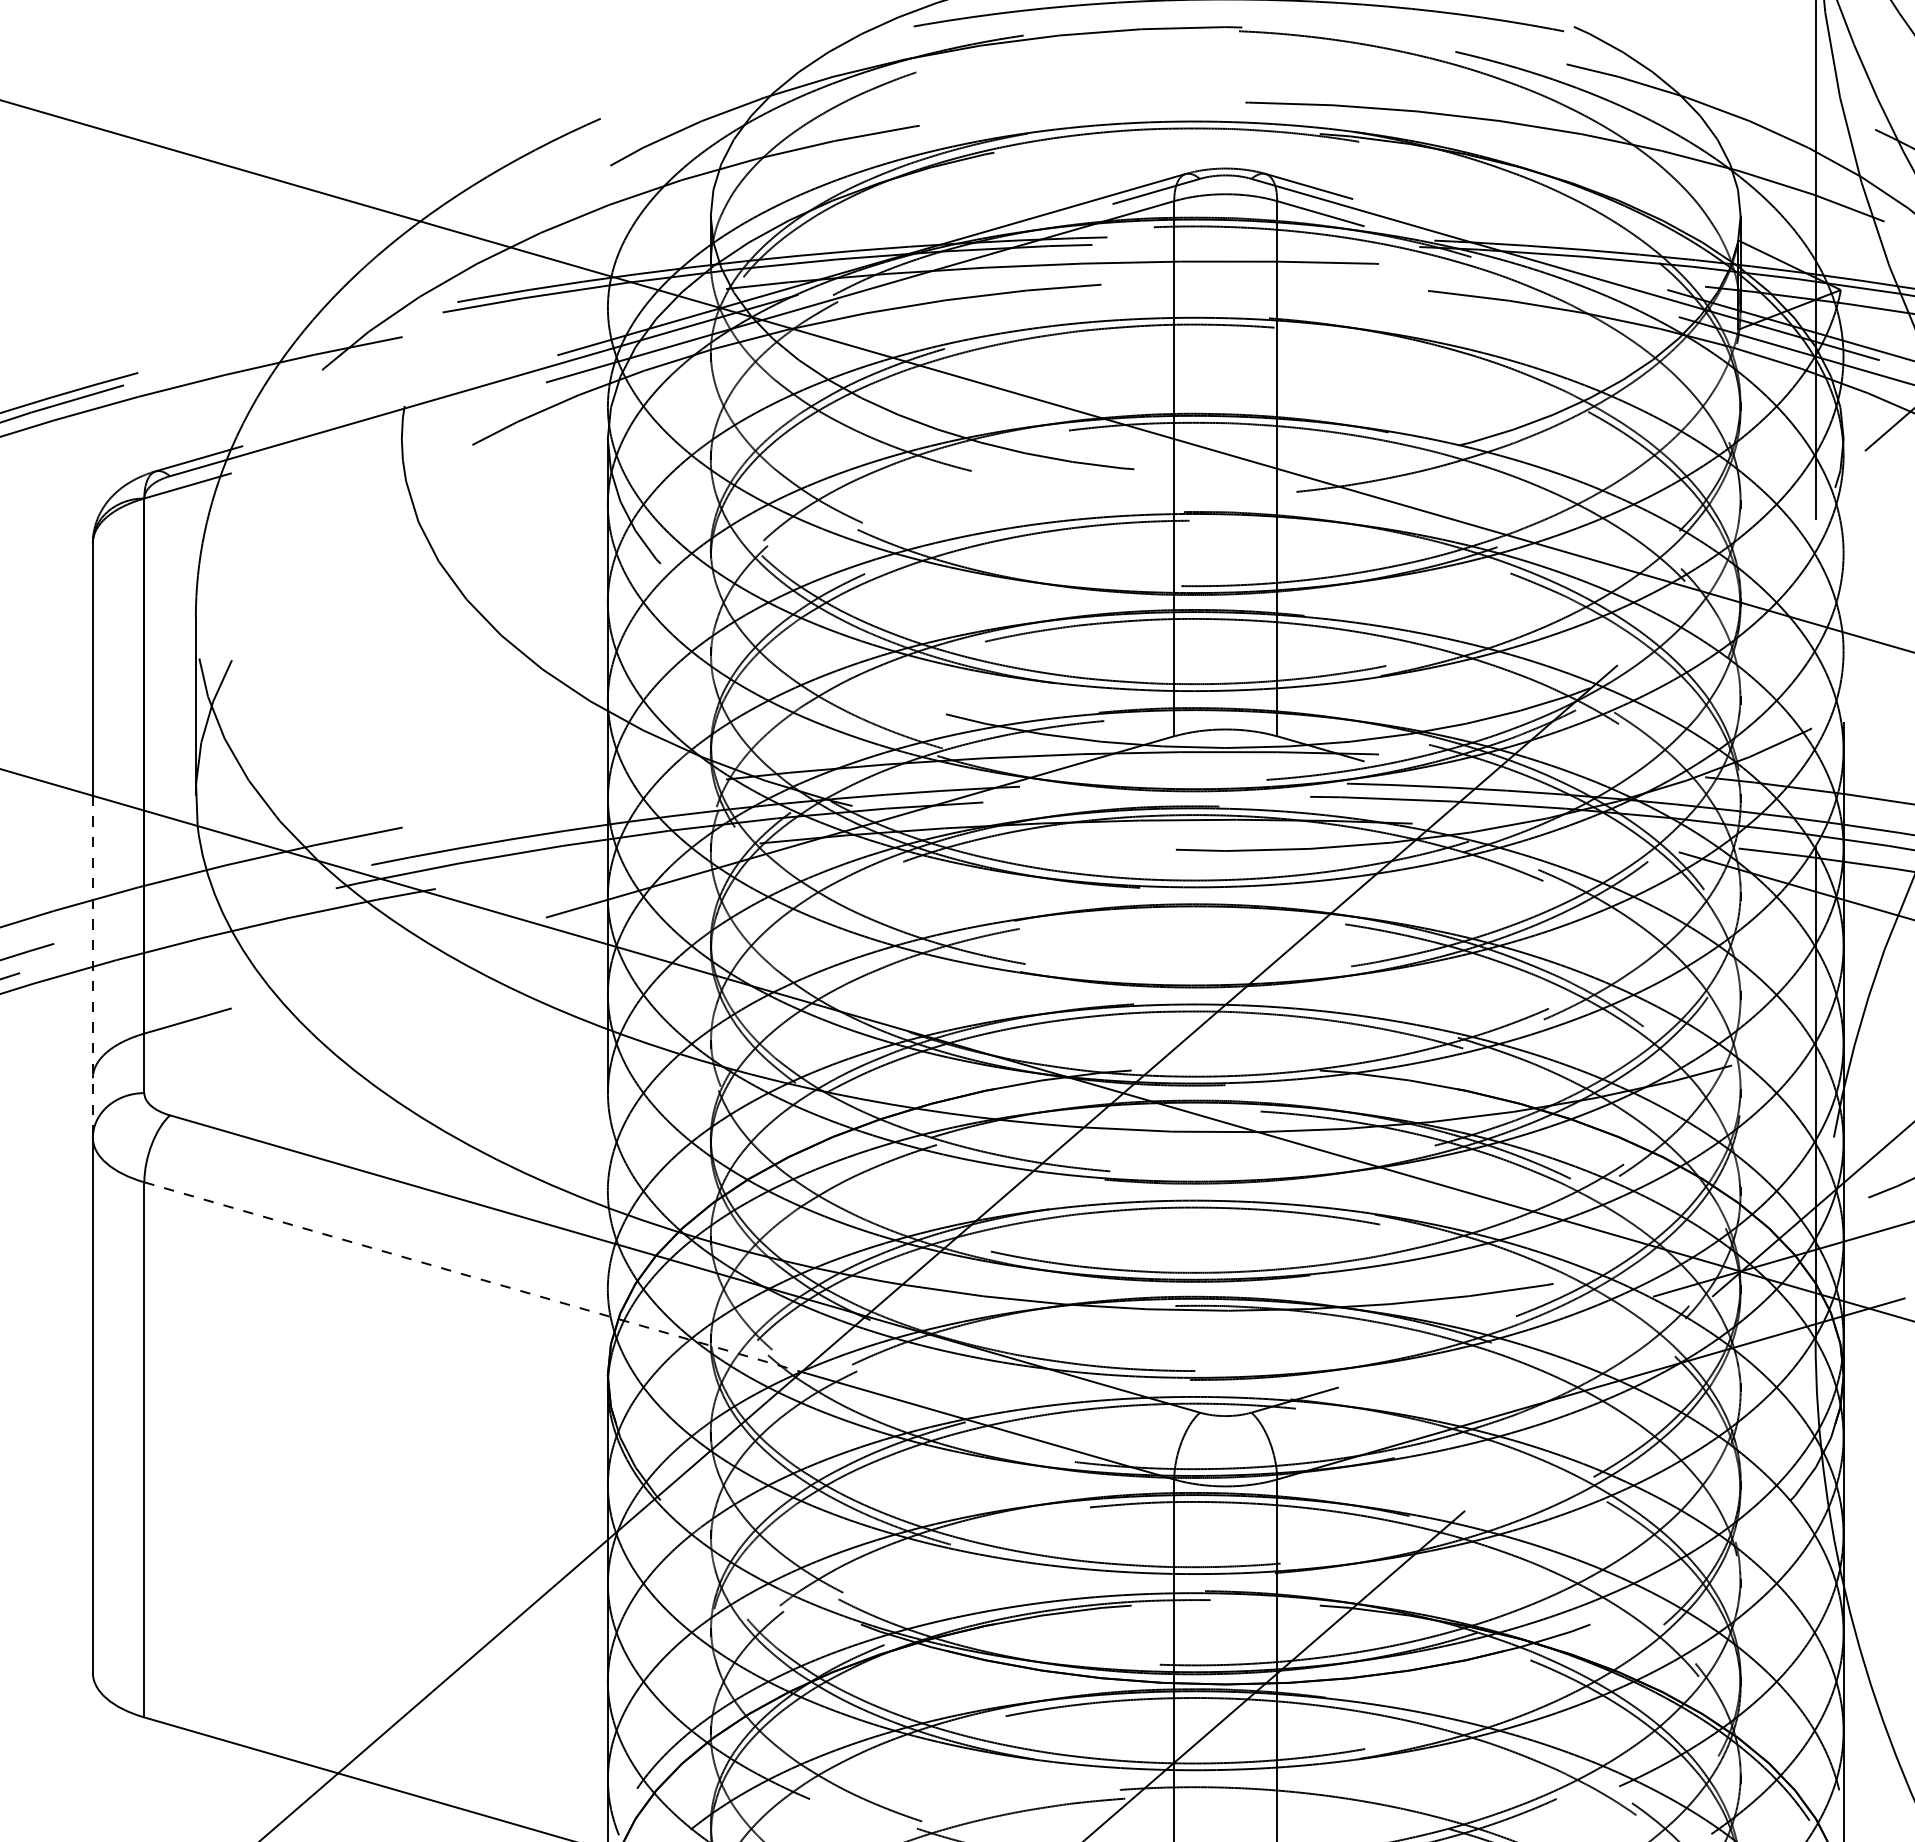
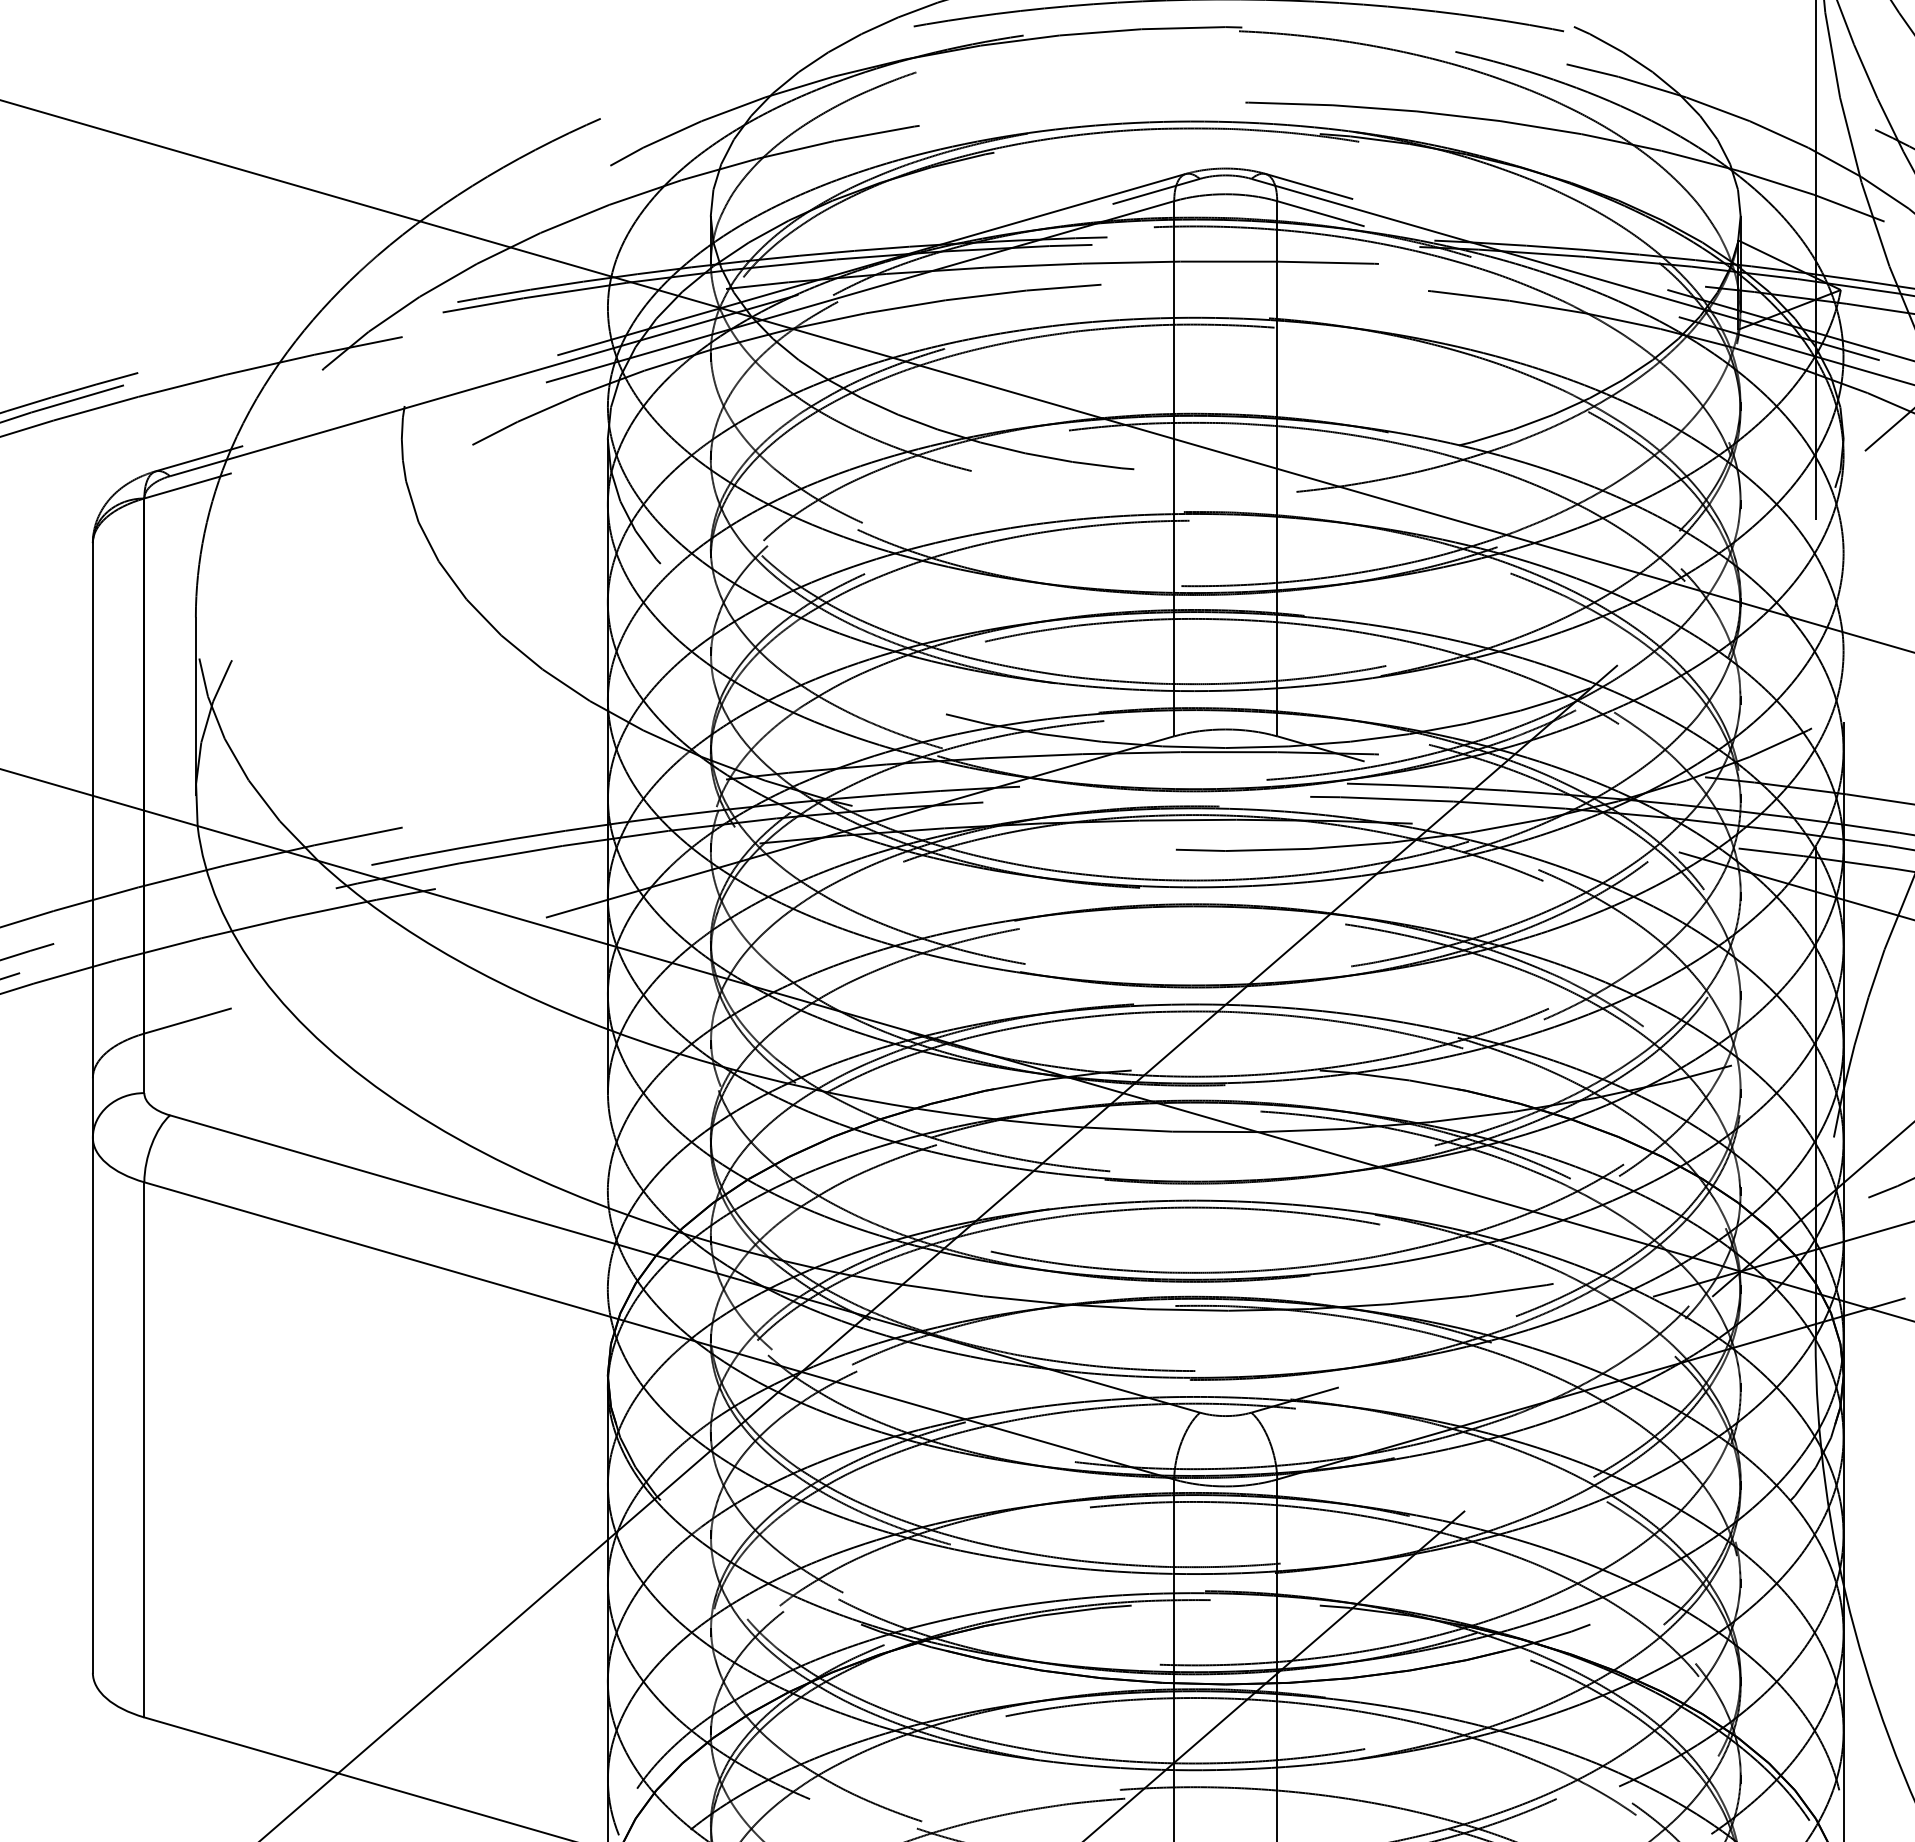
line at (92, 966): dashed -> solid
line at (473, 1277): dashed -> solid
